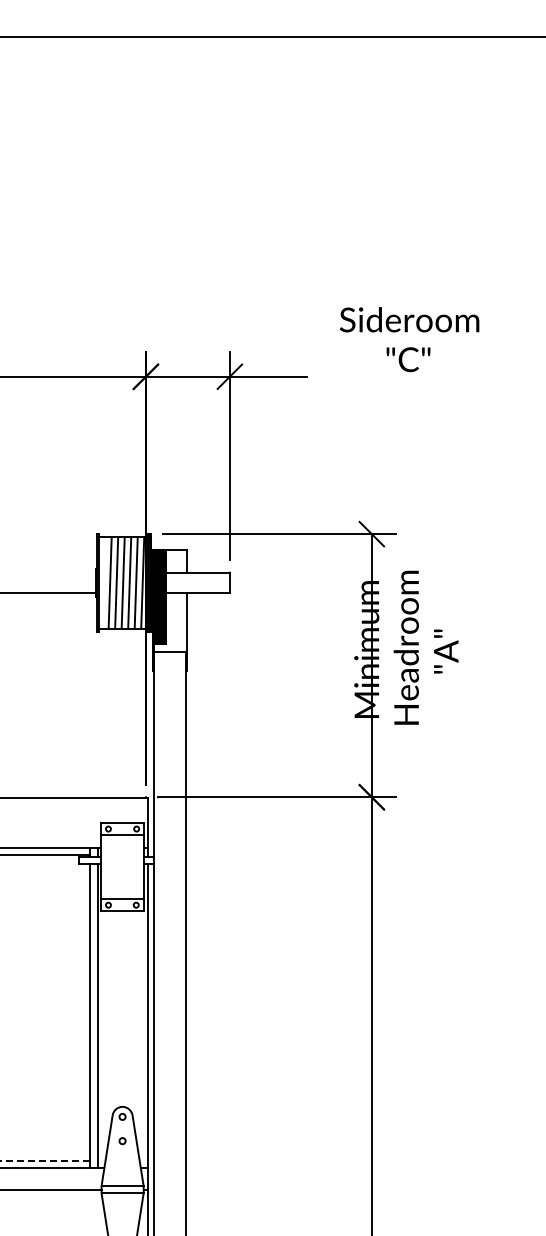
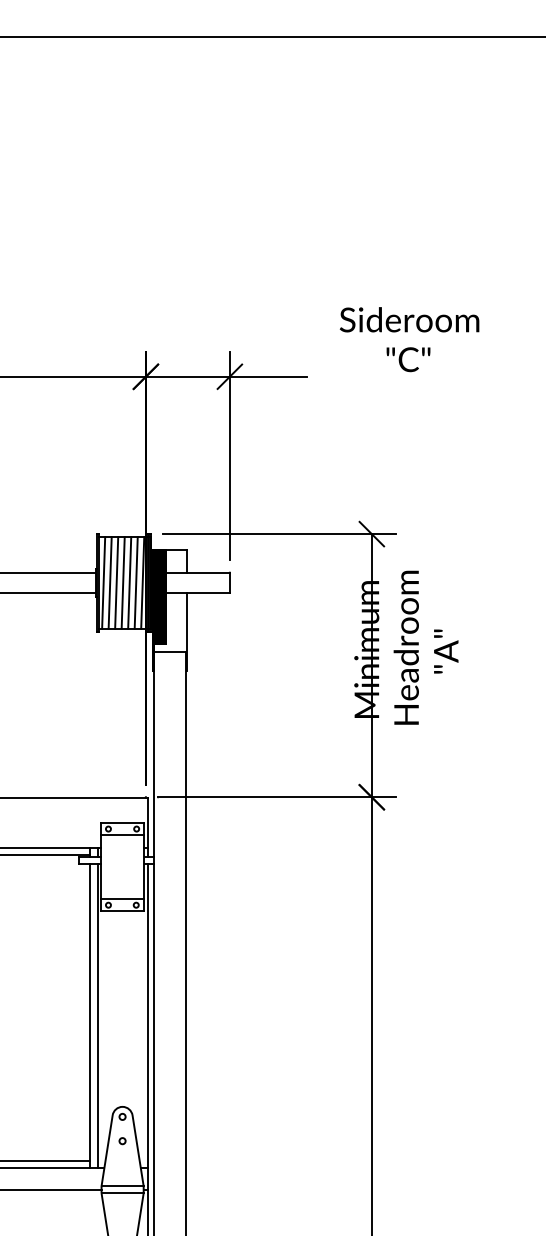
line at (48, 572): none -> present
line at (103, 582): none -> present
line at (45, 1160): dashed -> solid
